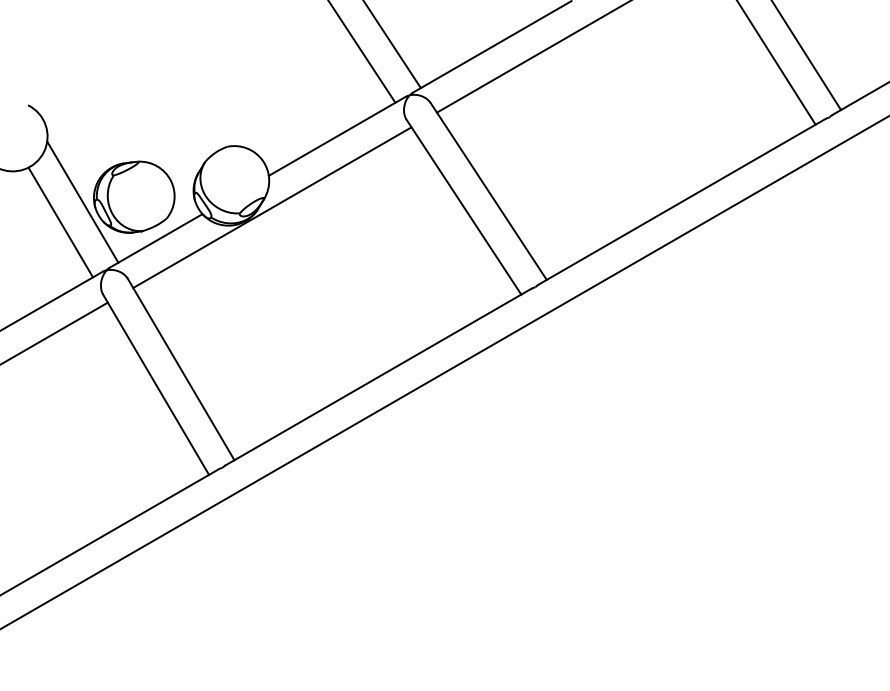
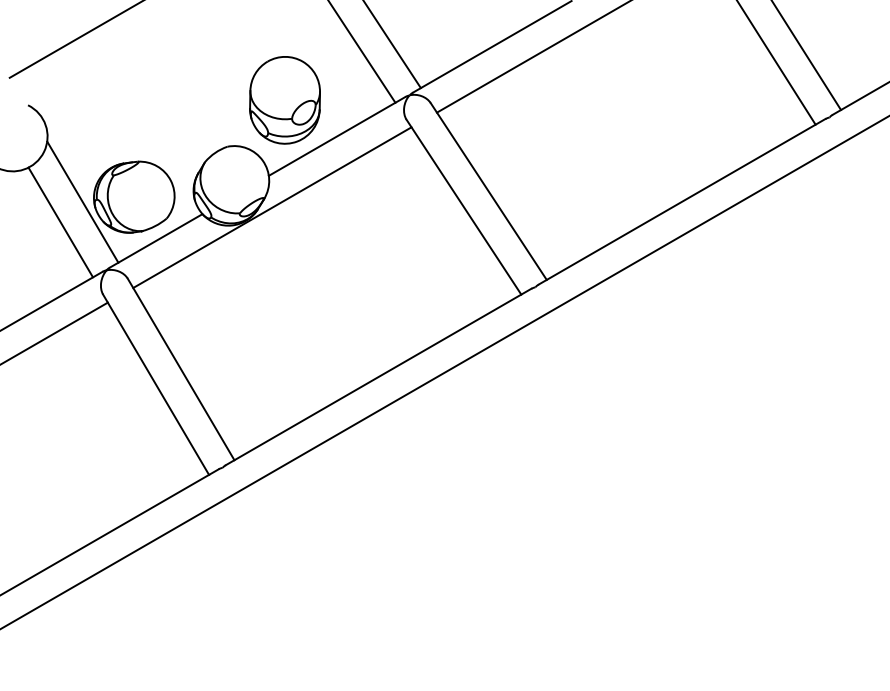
line at (74, 39): none -> present
part at (284, 100): none -> present
